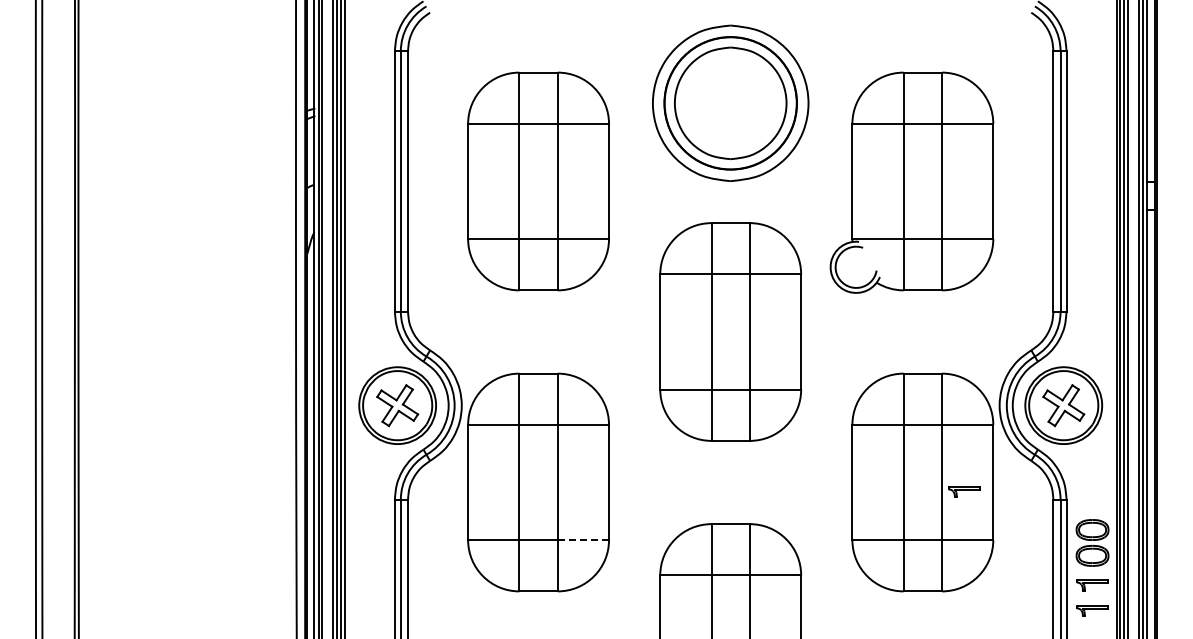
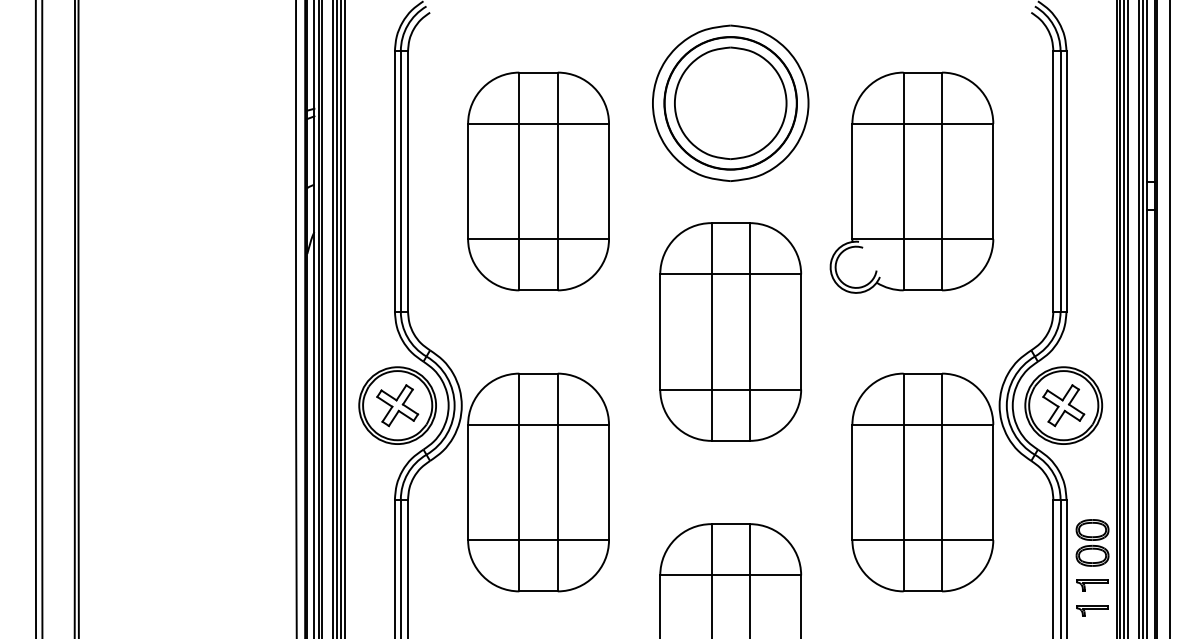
line at (1170, 318): none -> present
part at (964, 492): present -> none
line at (583, 540): dashed -> solid
